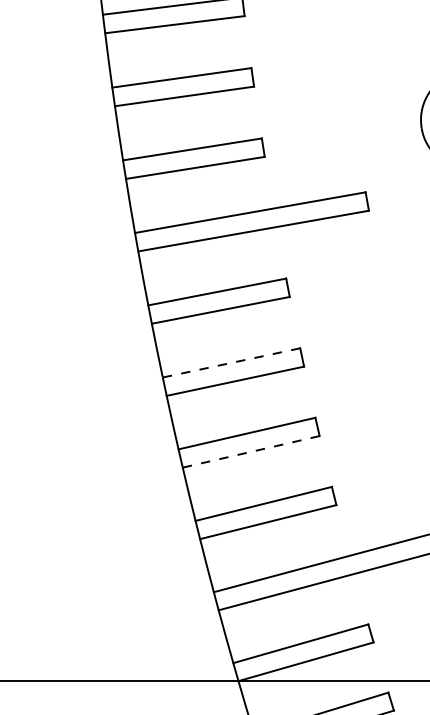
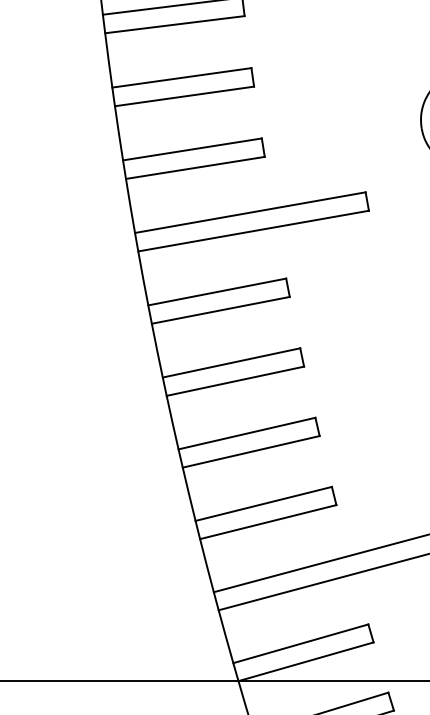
line at (231, 363): dashed -> solid
line at (251, 451): dashed -> solid
